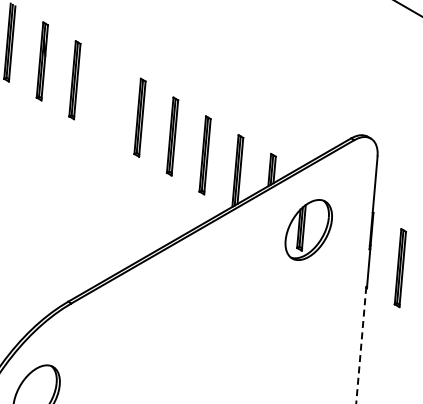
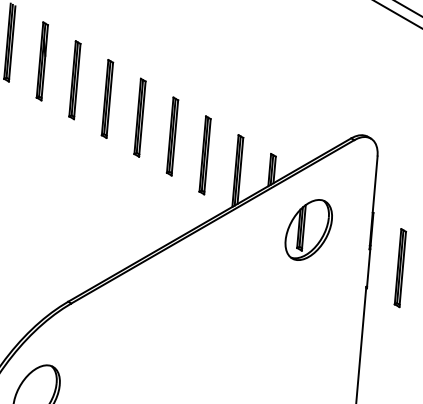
line at (397, 14): none -> present
part at (107, 98): none -> present
line at (361, 345): dashed -> solid
